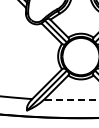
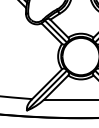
line at (71, 99): dashed -> solid
